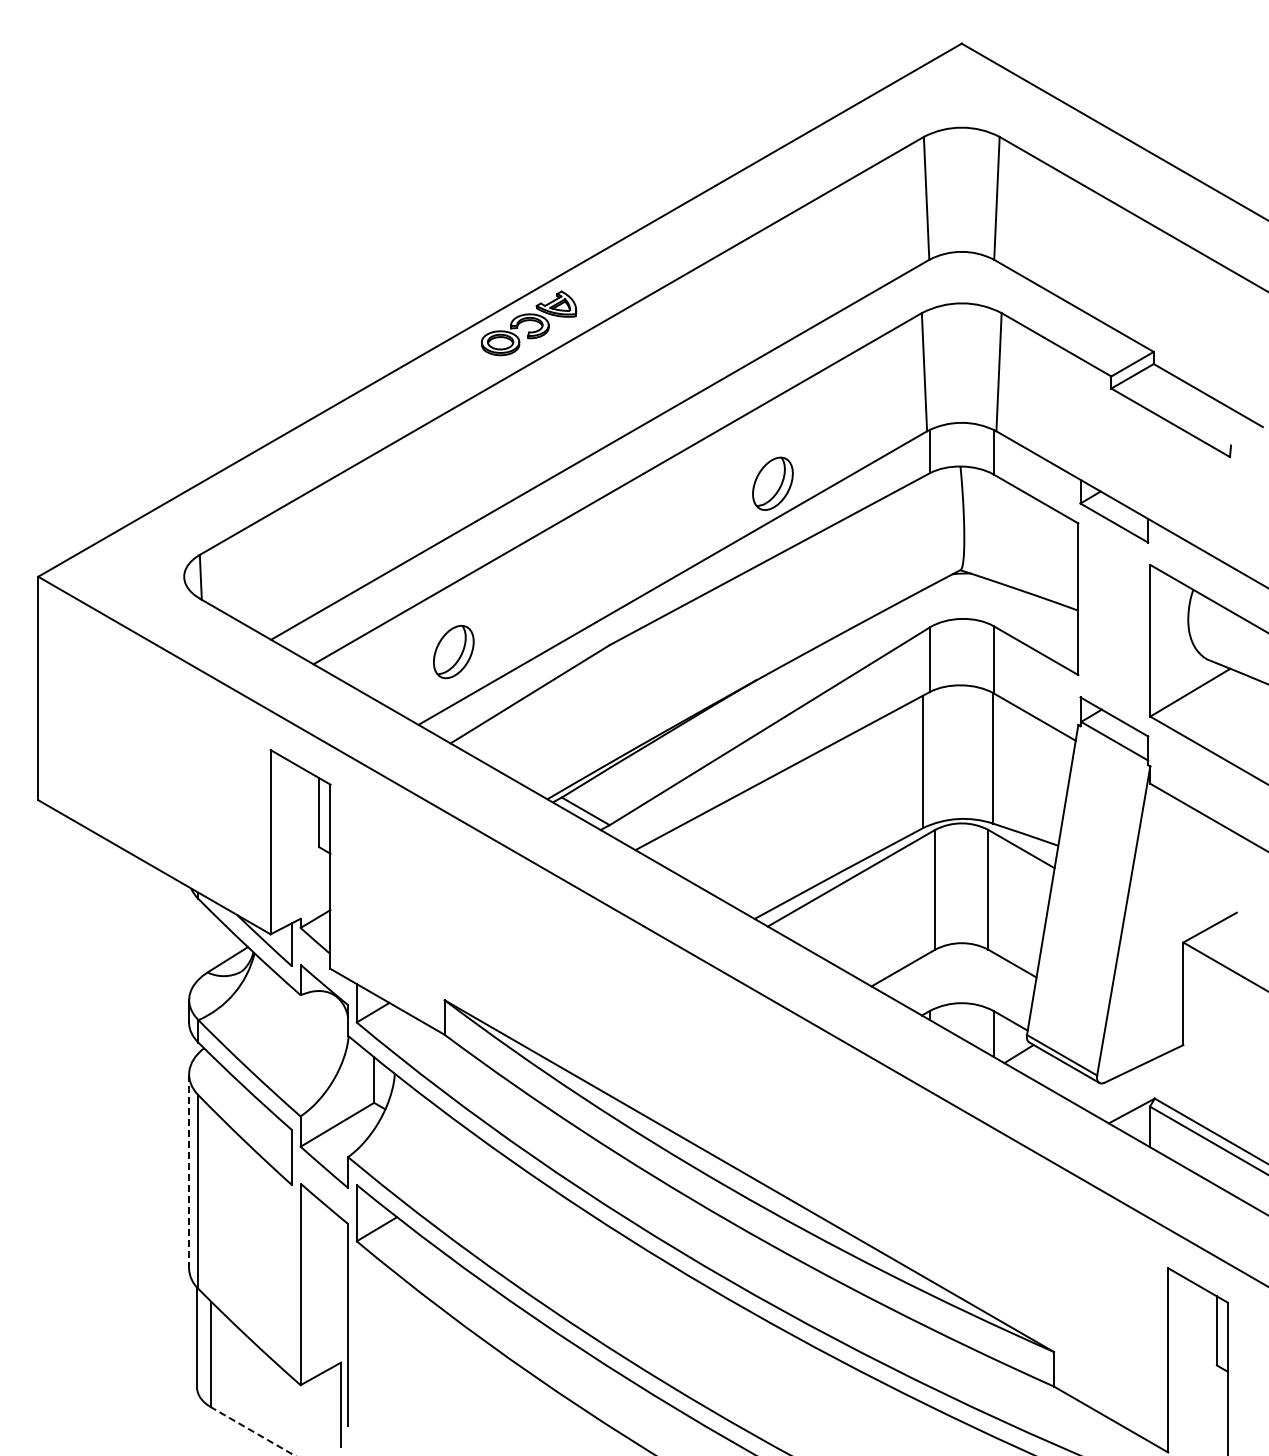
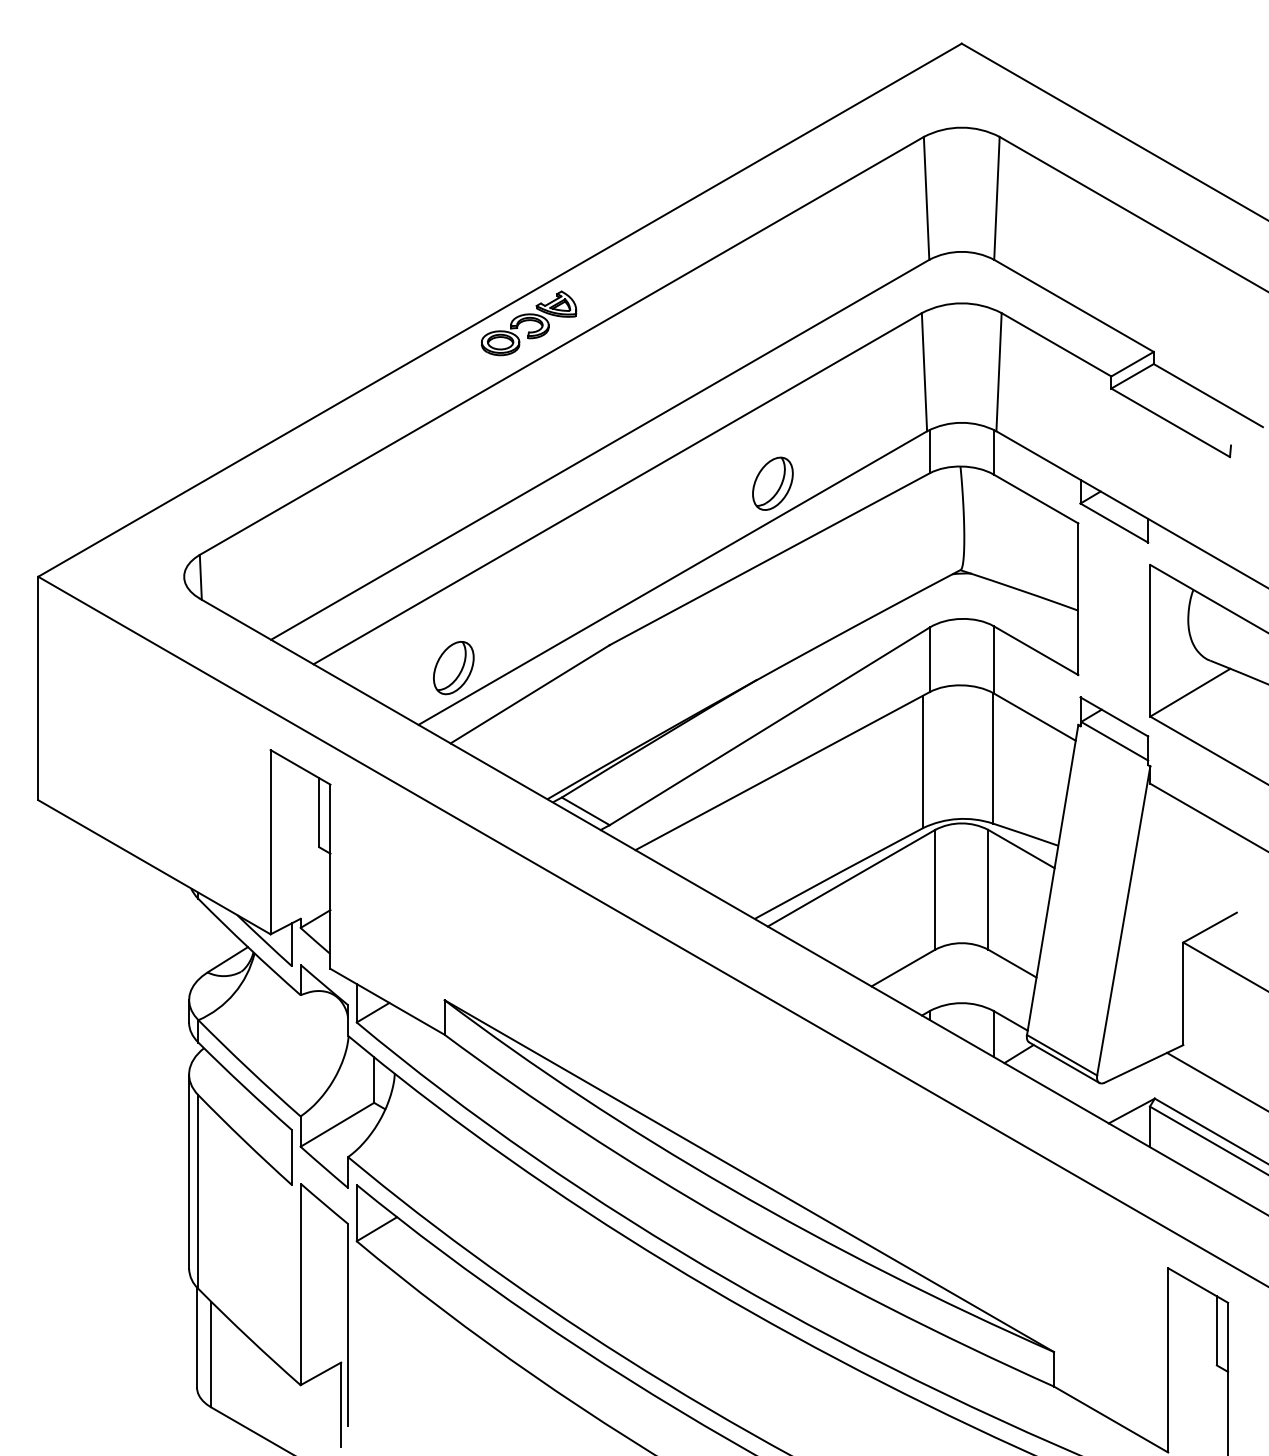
part at (453, 652) position: (453, 652) -> (453, 668)
line at (1216, 1080): none -> present
line at (189, 1172): dashed -> solid
line at (252, 1431): dashed -> solid
